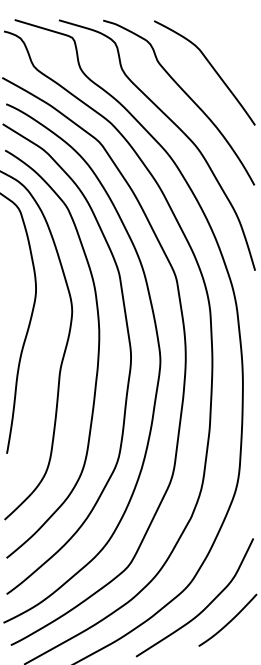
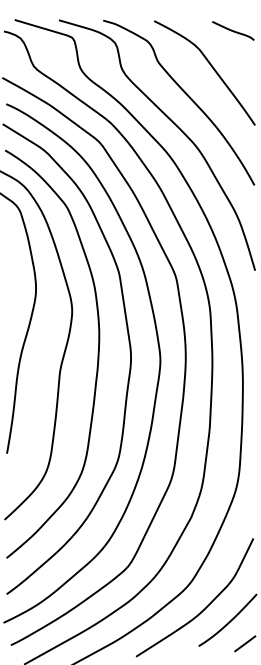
curve at (233, 30): none -> present
line at (245, 643): none -> present
